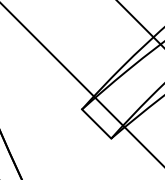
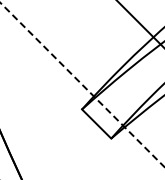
line at (82, 85): solid -> dashed
